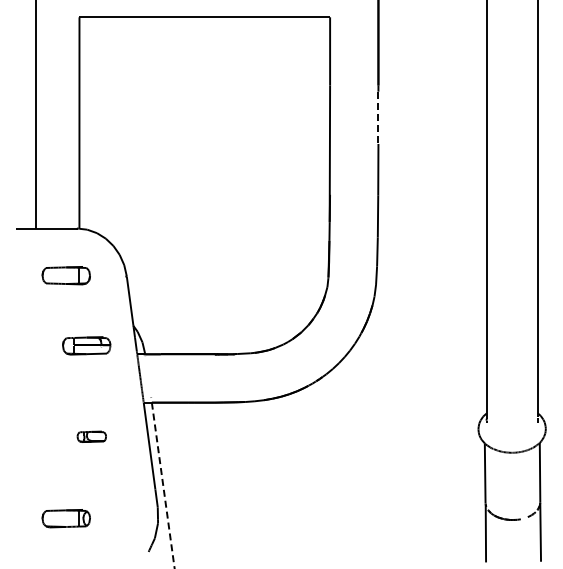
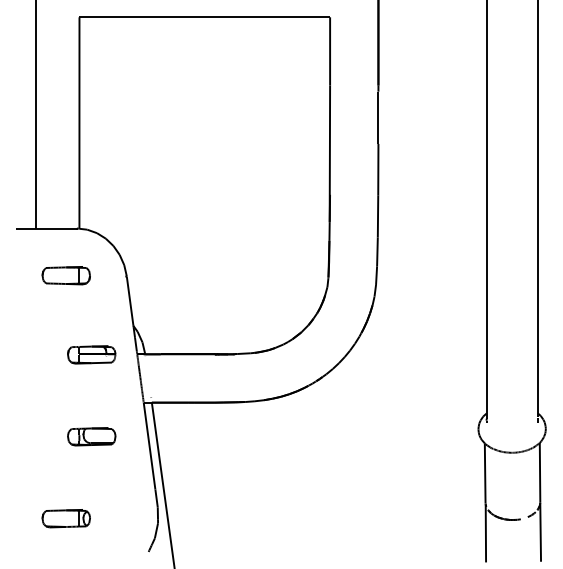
line at (378, 118): dashed -> solid
part at (86, 345) position: (86, 345) -> (91, 354)
part at (91, 436) size: 31x13 px -> 50x20 px
line at (163, 485): dashed -> solid
